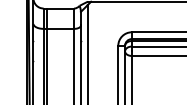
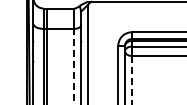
line at (74, 66): solid -> dashed
line at (131, 80): solid -> dashed
